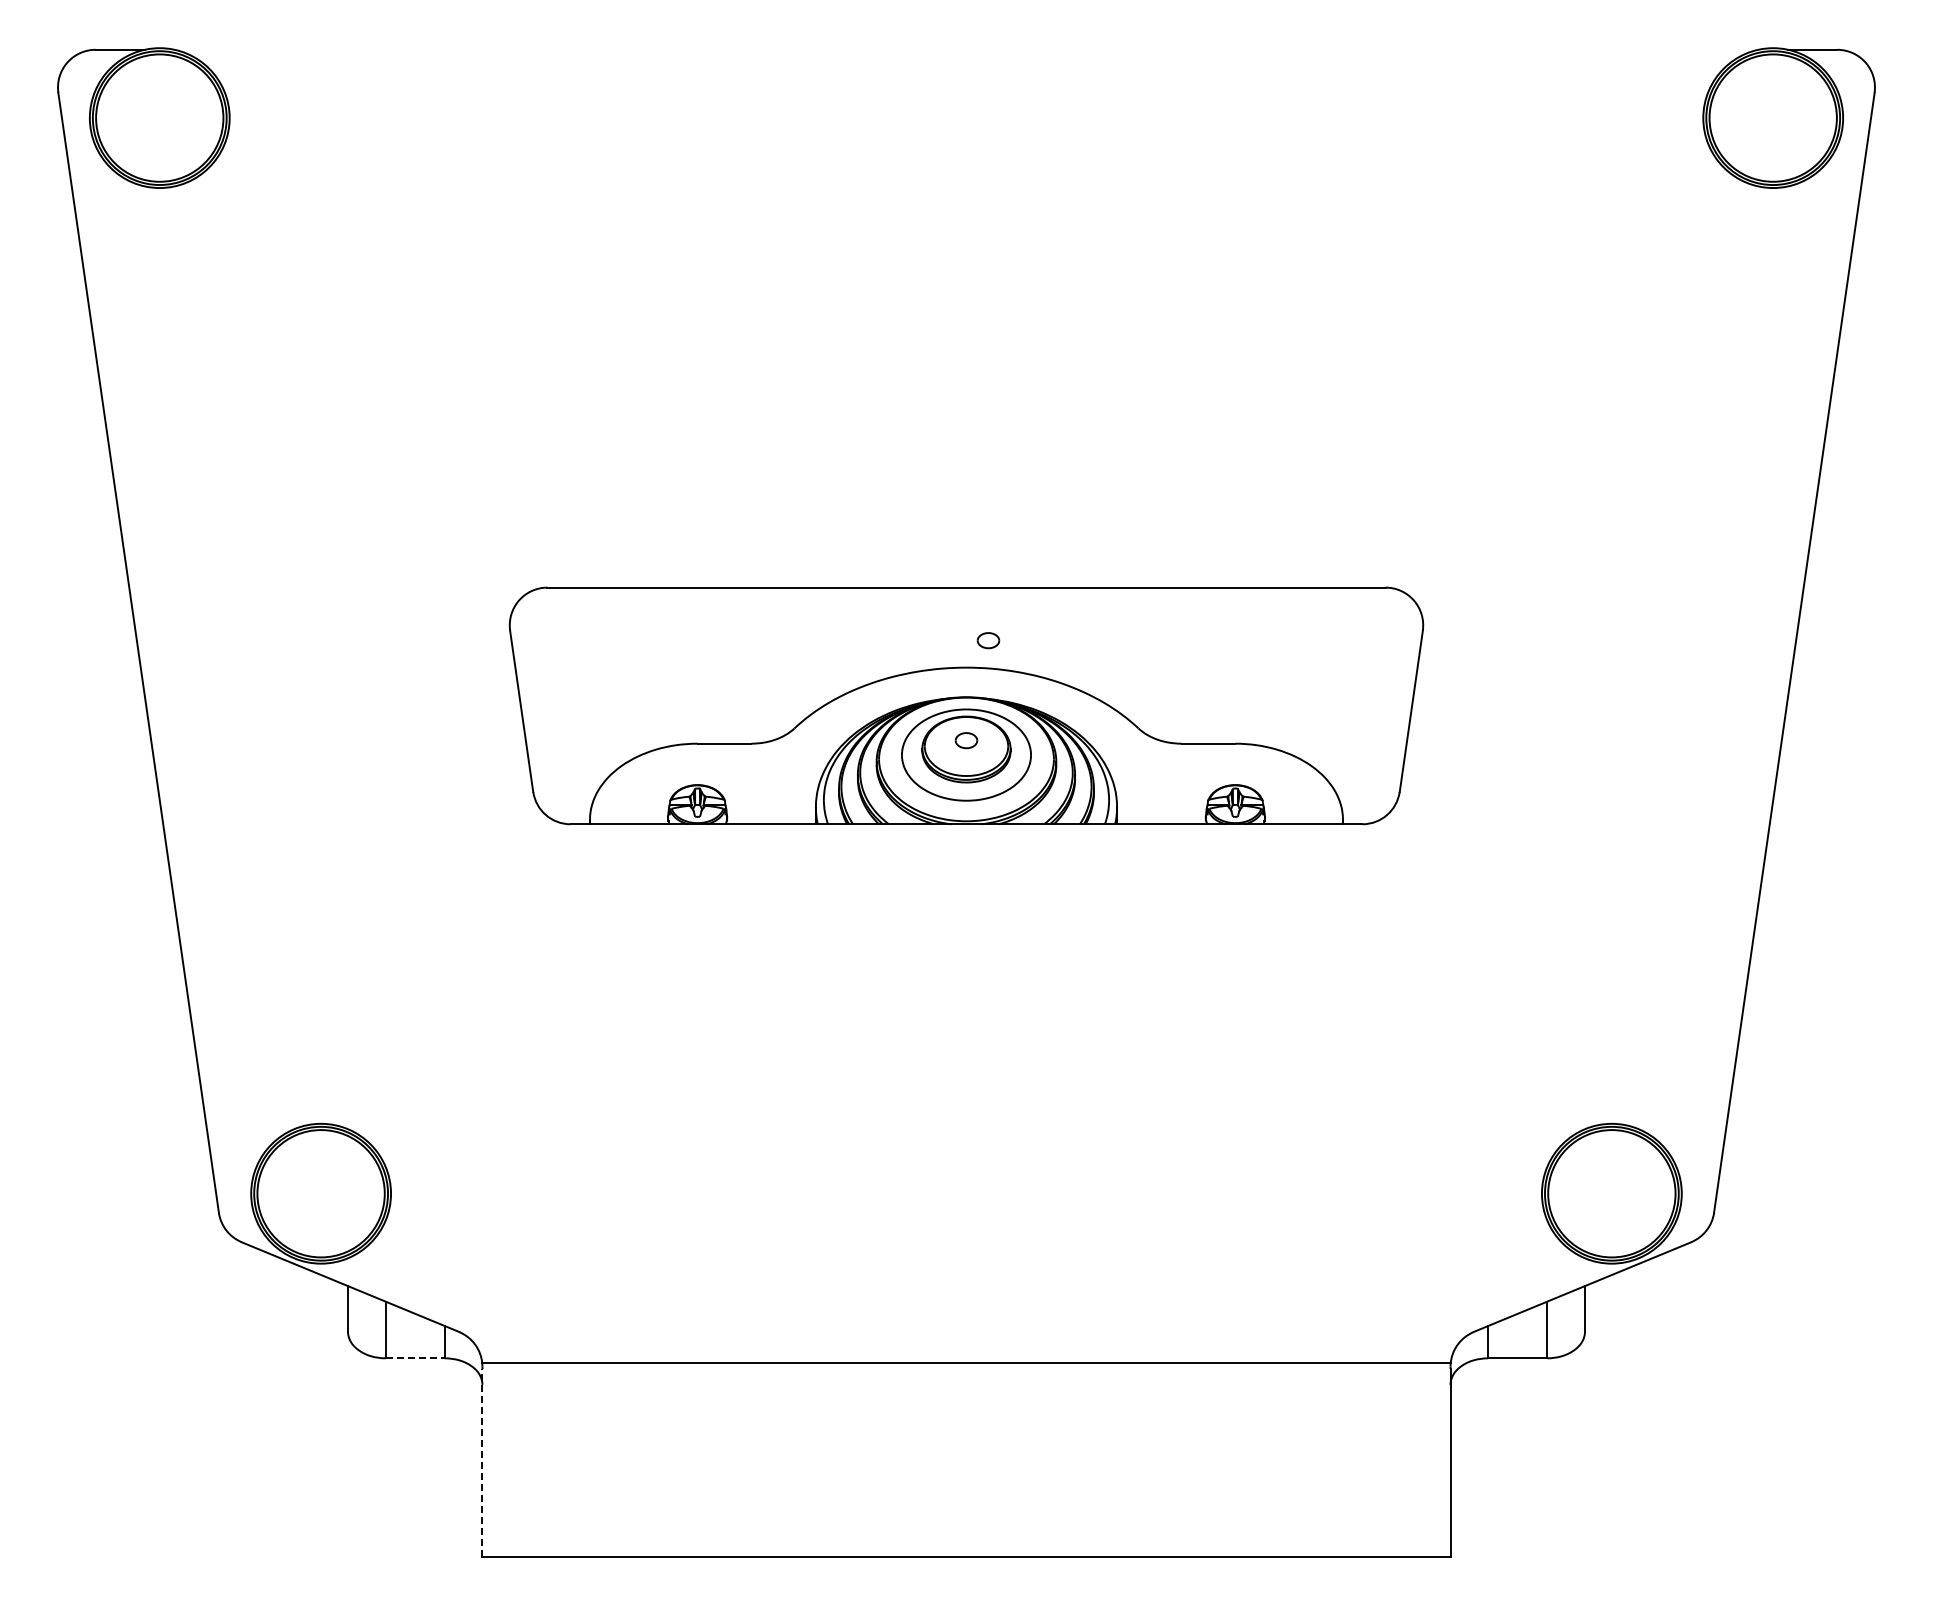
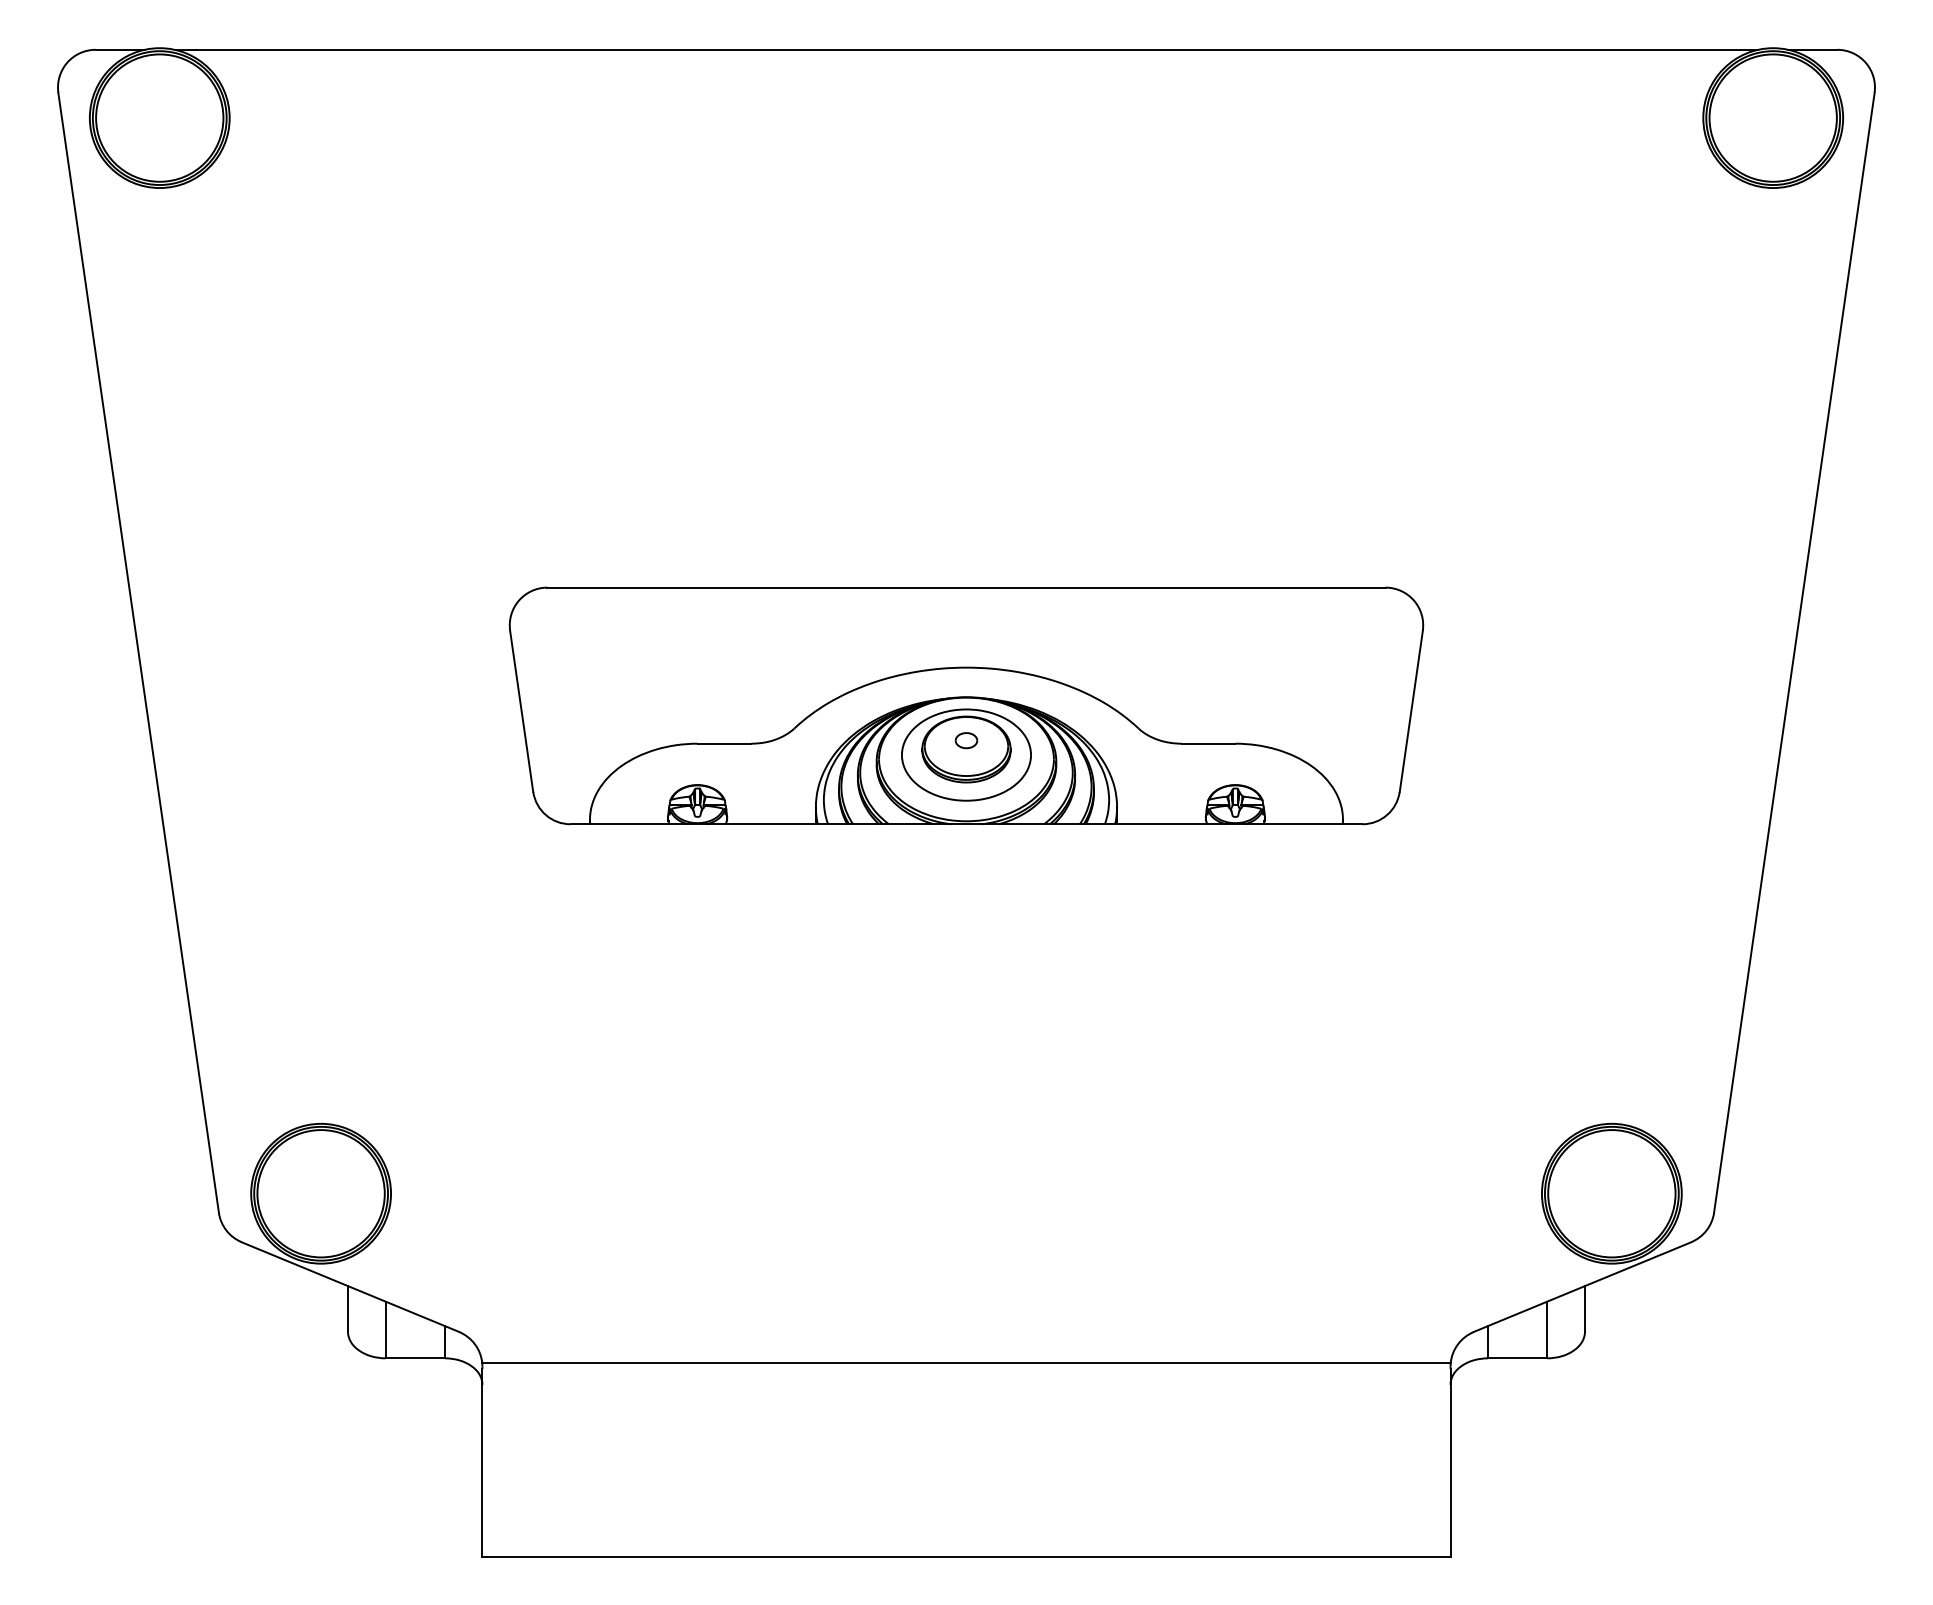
line at (966, 49): none -> present
part at (988, 640): present -> none
line at (415, 1358): dashed -> solid
line at (482, 1462): dashed -> solid
